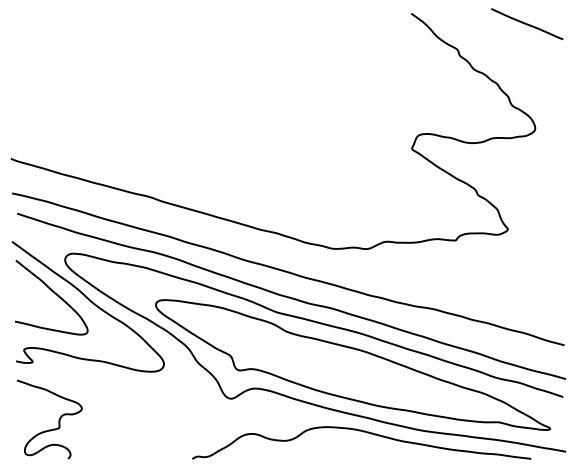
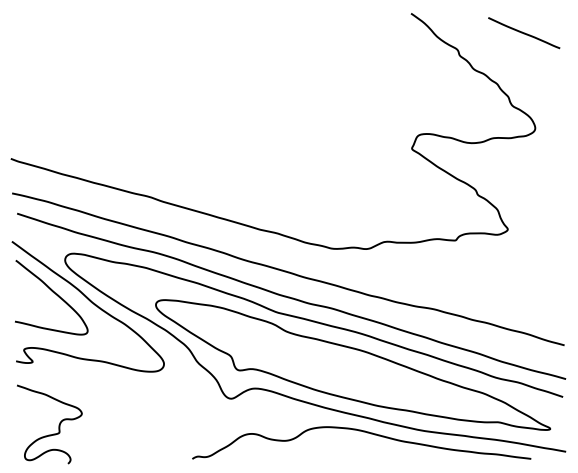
line at (527, 24) position: (527, 24) -> (524, 33)
curve at (58, 420) position: (58, 420) -> (58, 425)
